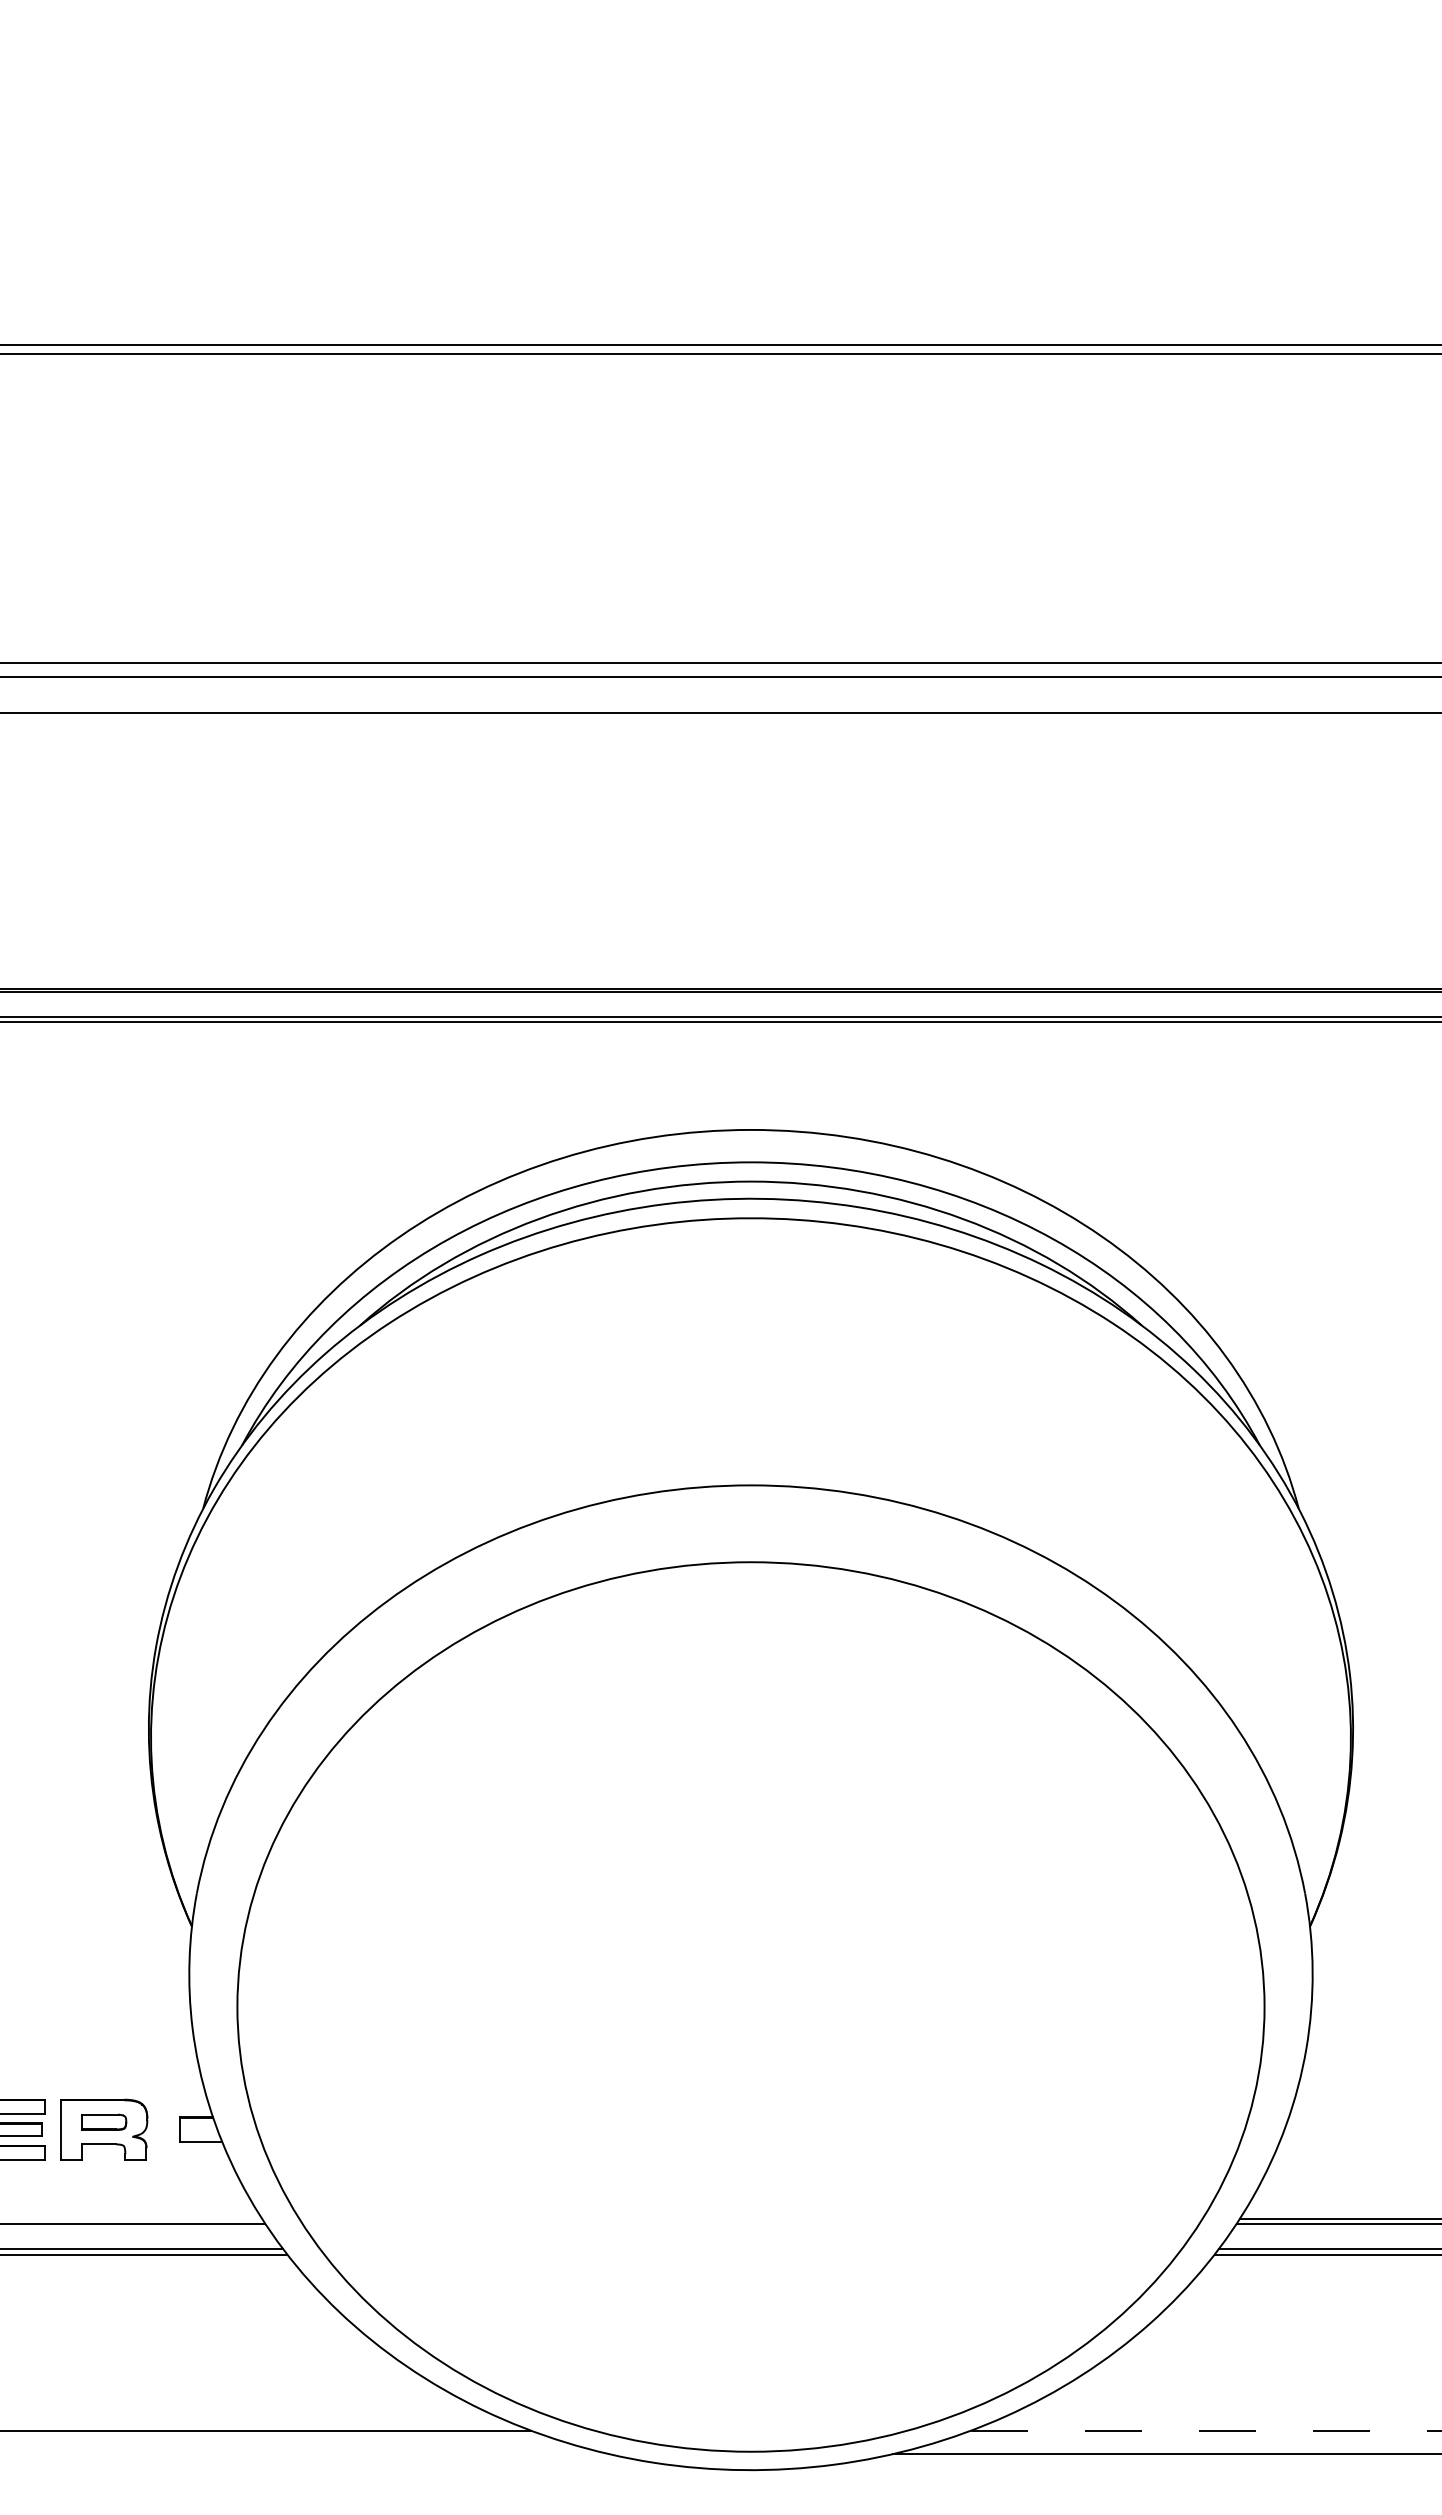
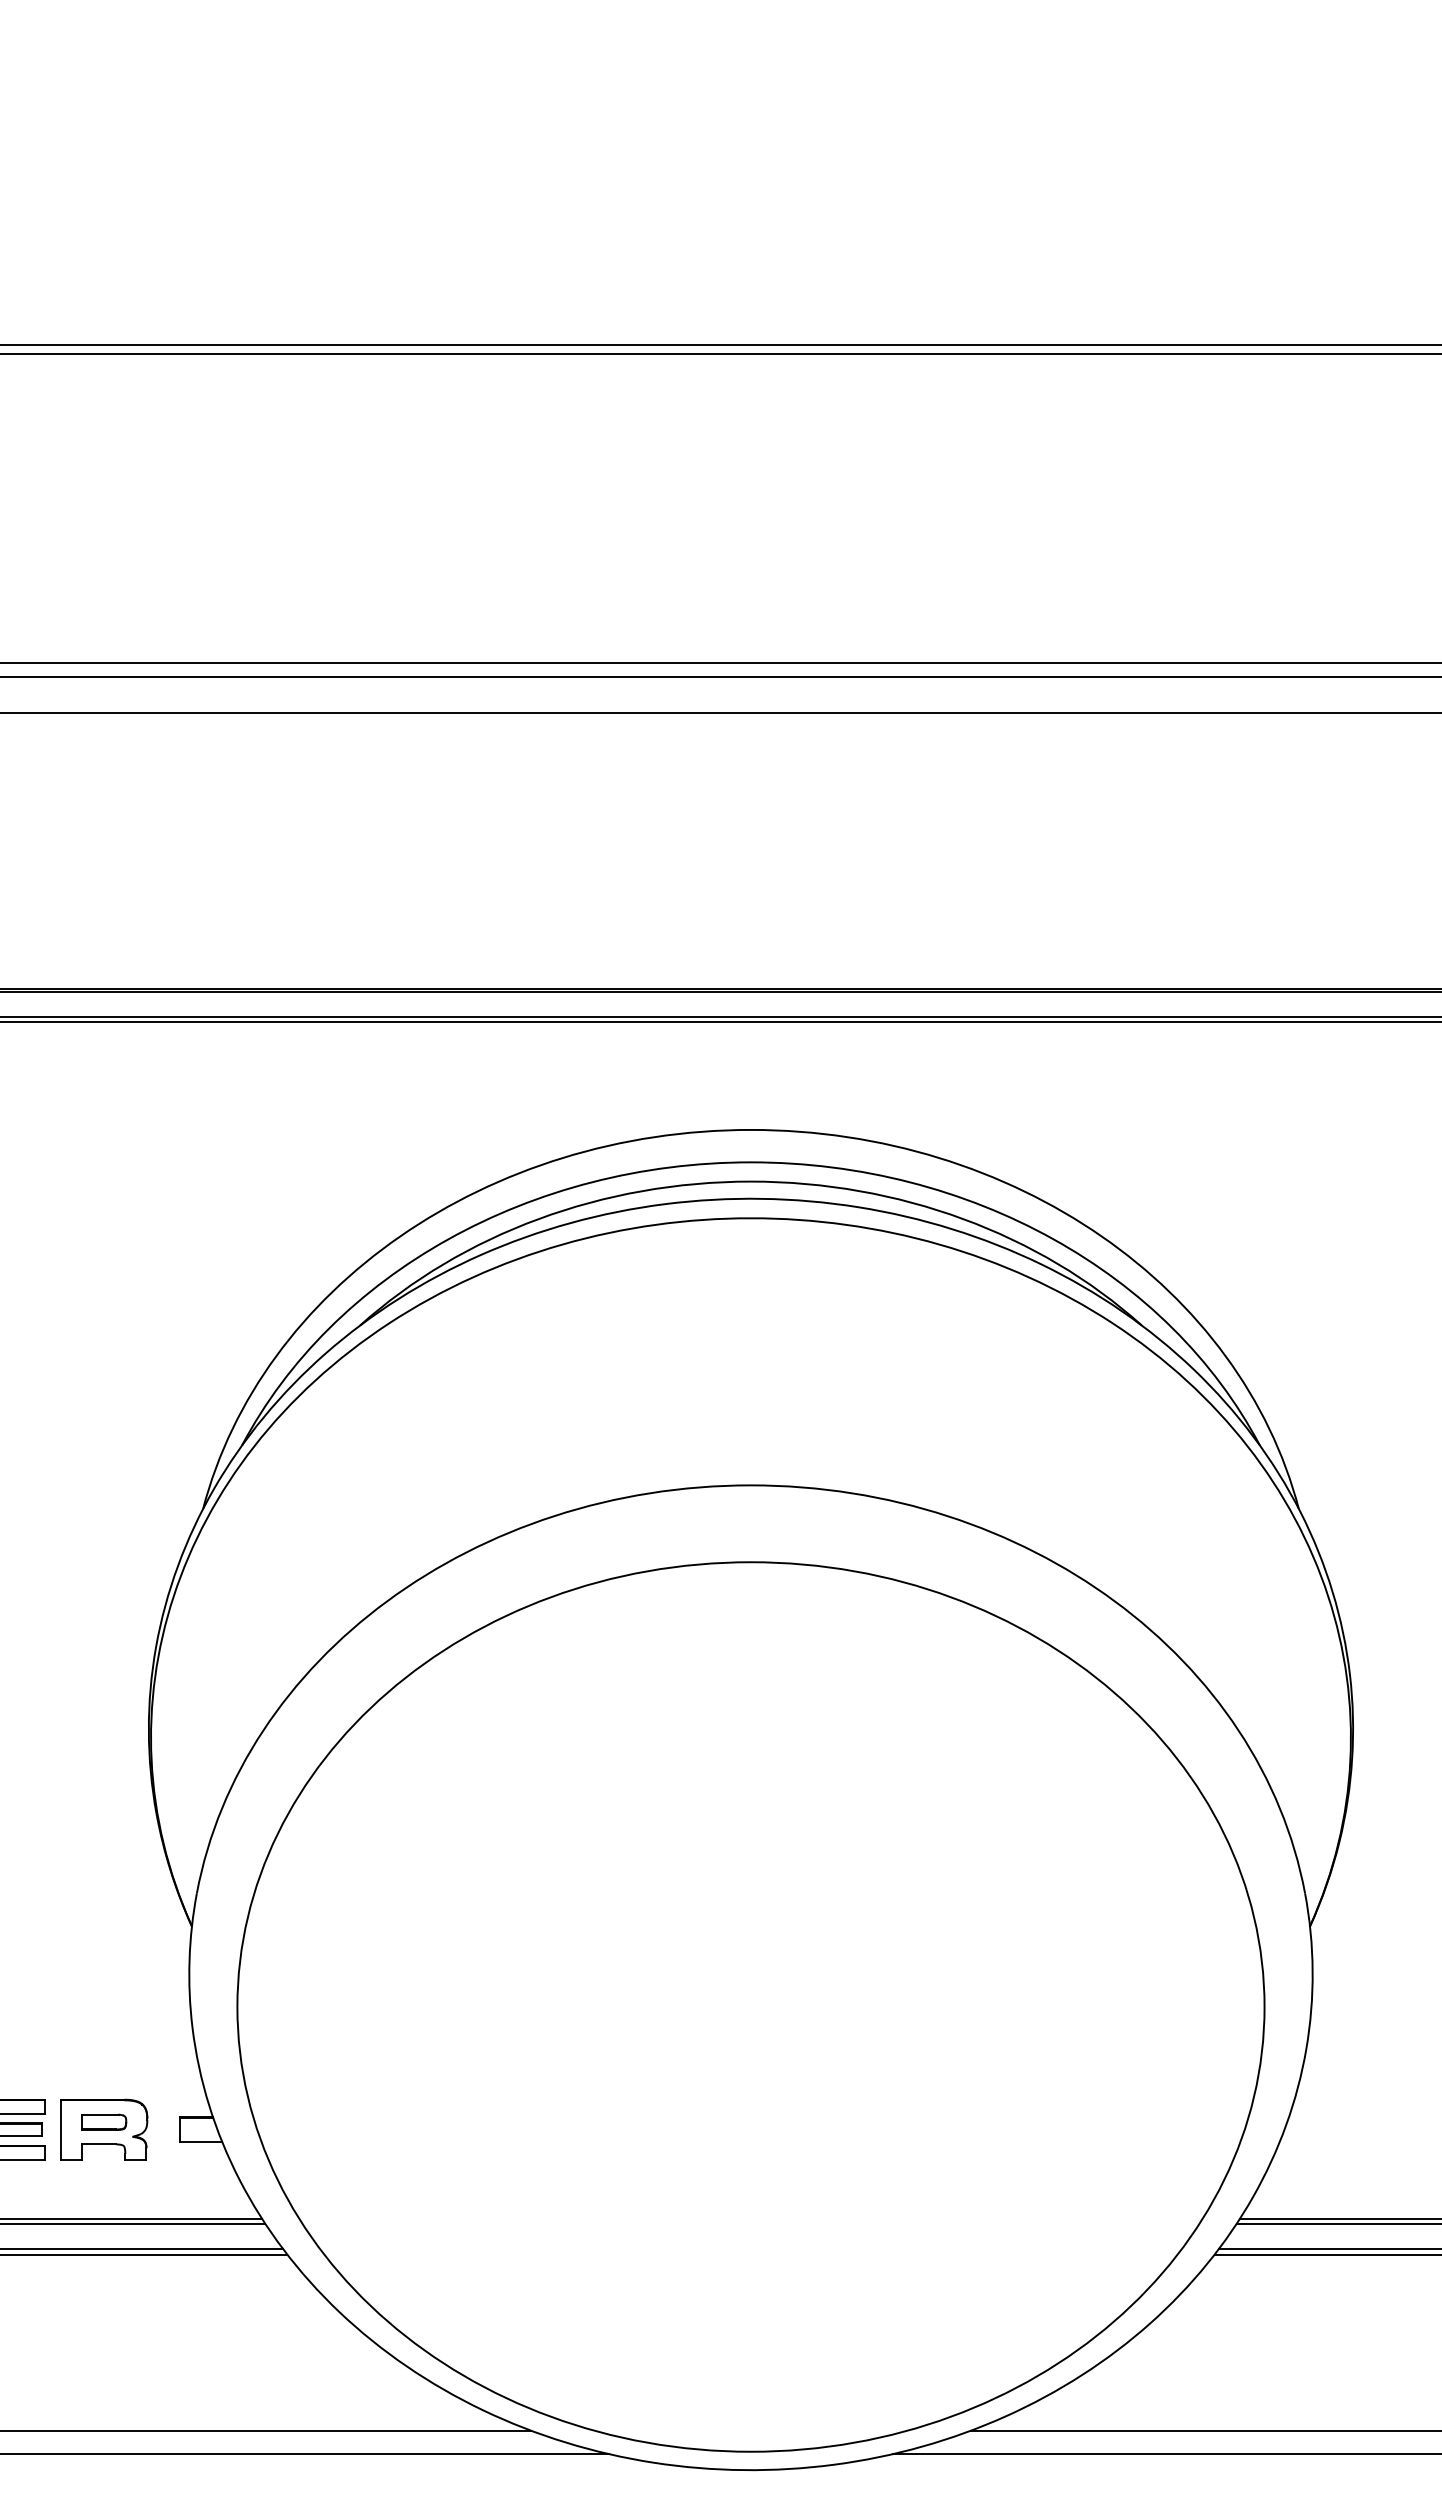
line at (132, 2218): none -> present
line at (1206, 2430): dashed -> solid
line at (305, 2454): none -> present
